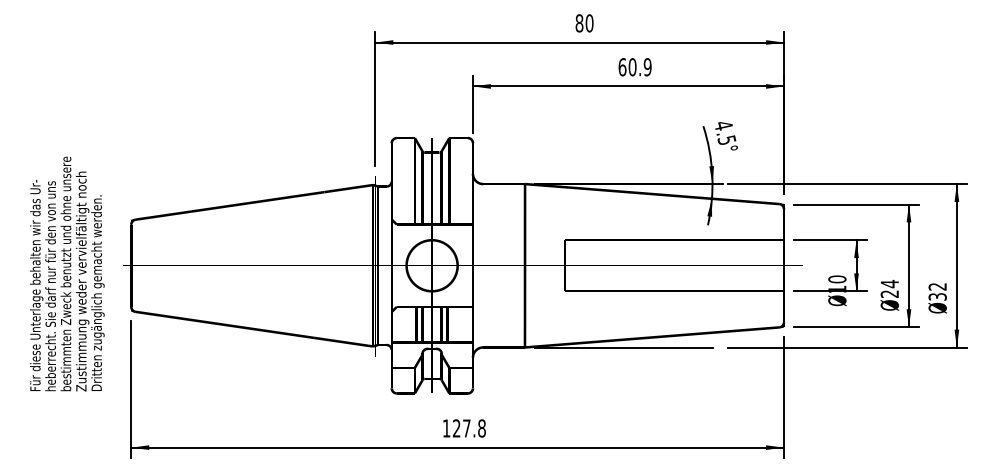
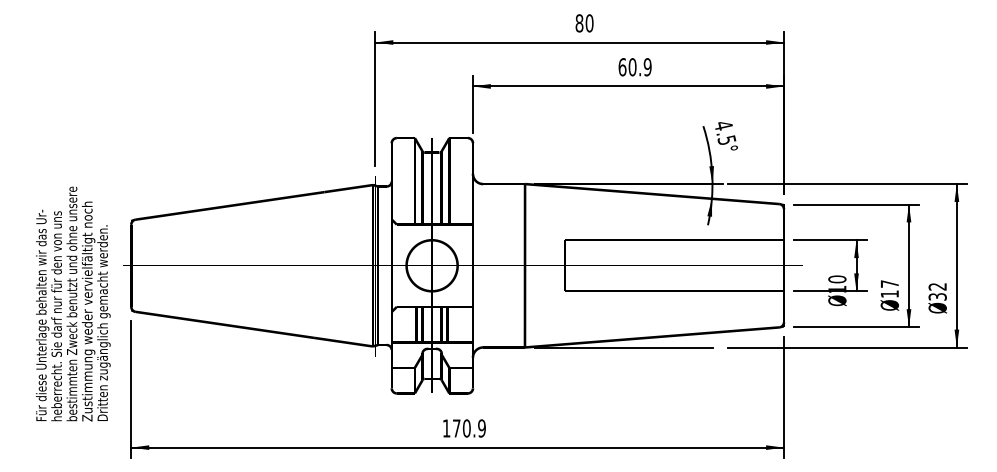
text at (67, 273) position: (67, 273) -> (73, 303)
text at (889, 288): 24 -> 17
text at (468, 428): 127.8 -> 170.9
